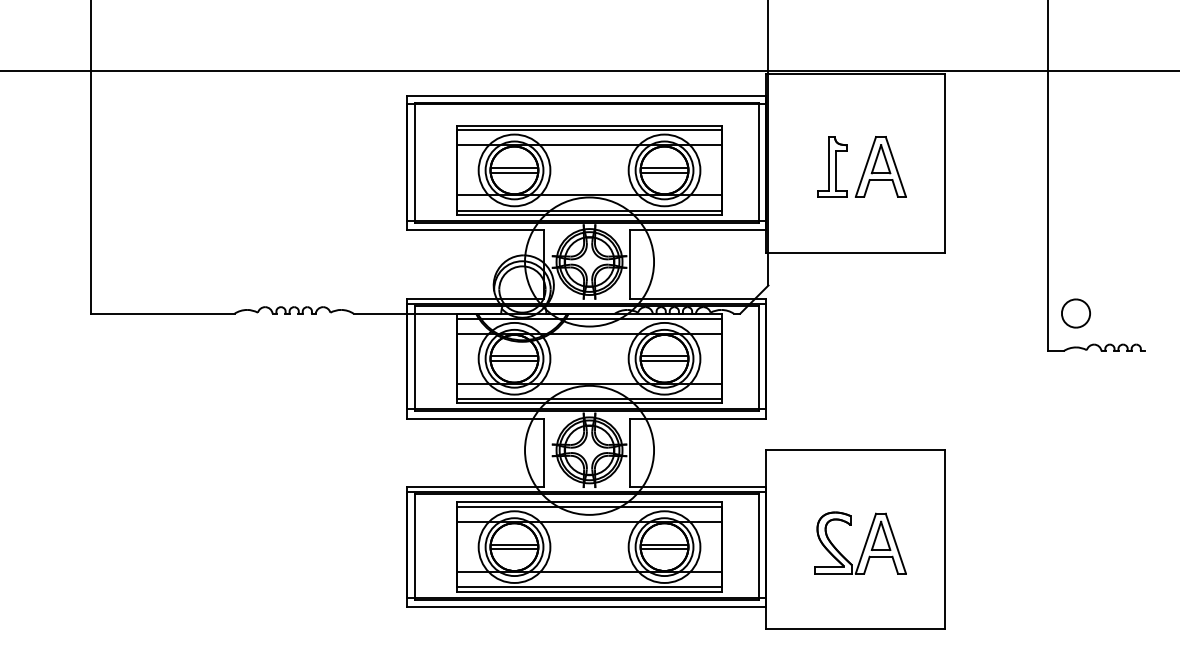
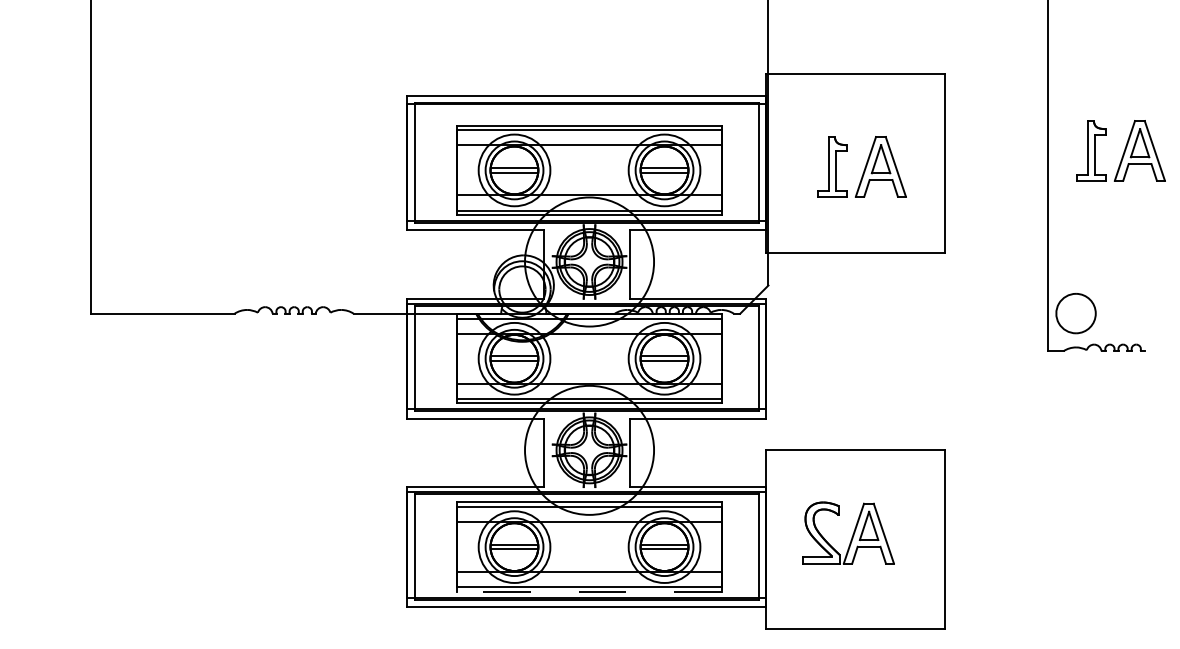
line at (589, 70): present -> none
part at (1120, 150): none -> present
part at (1075, 313) size: 30x31 px -> 42x42 px
part at (860, 542) position: (860, 542) -> (848, 532)
line at (588, 591): solid -> dashed
